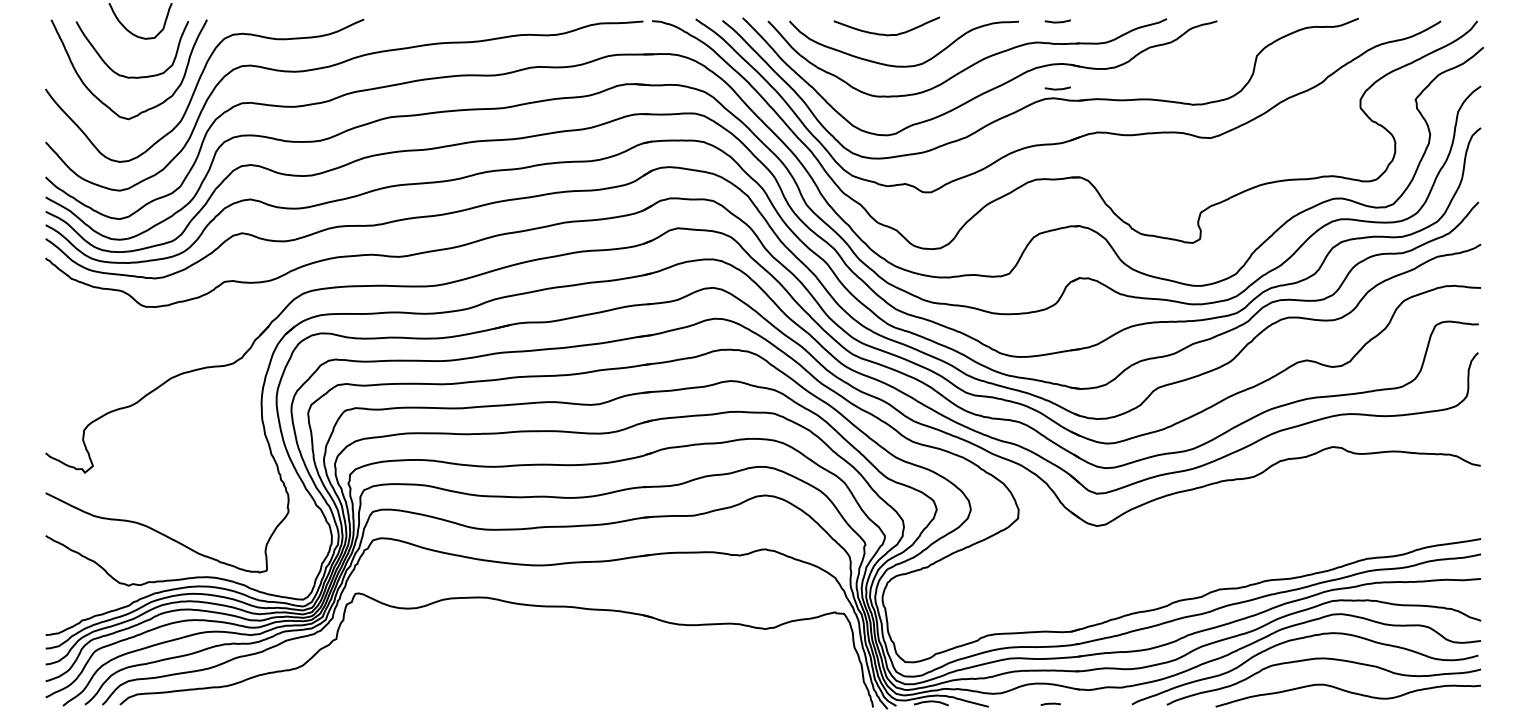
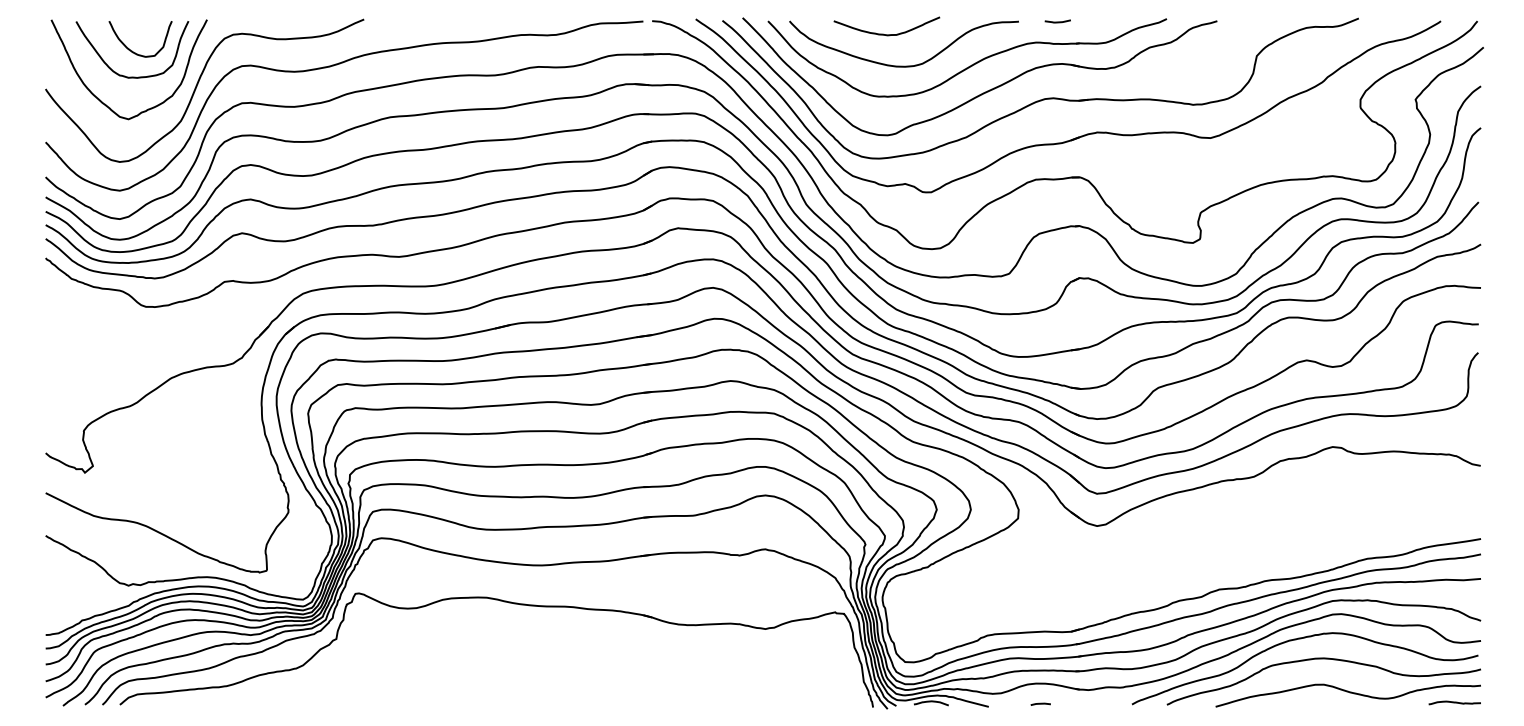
curve at (132, 32) position: (132, 32) -> (132, 50)
curve at (1057, 88): present -> none
curve at (1454, 702): none -> present
line at (1050, 703) position: (1050, 703) -> (1040, 703)
